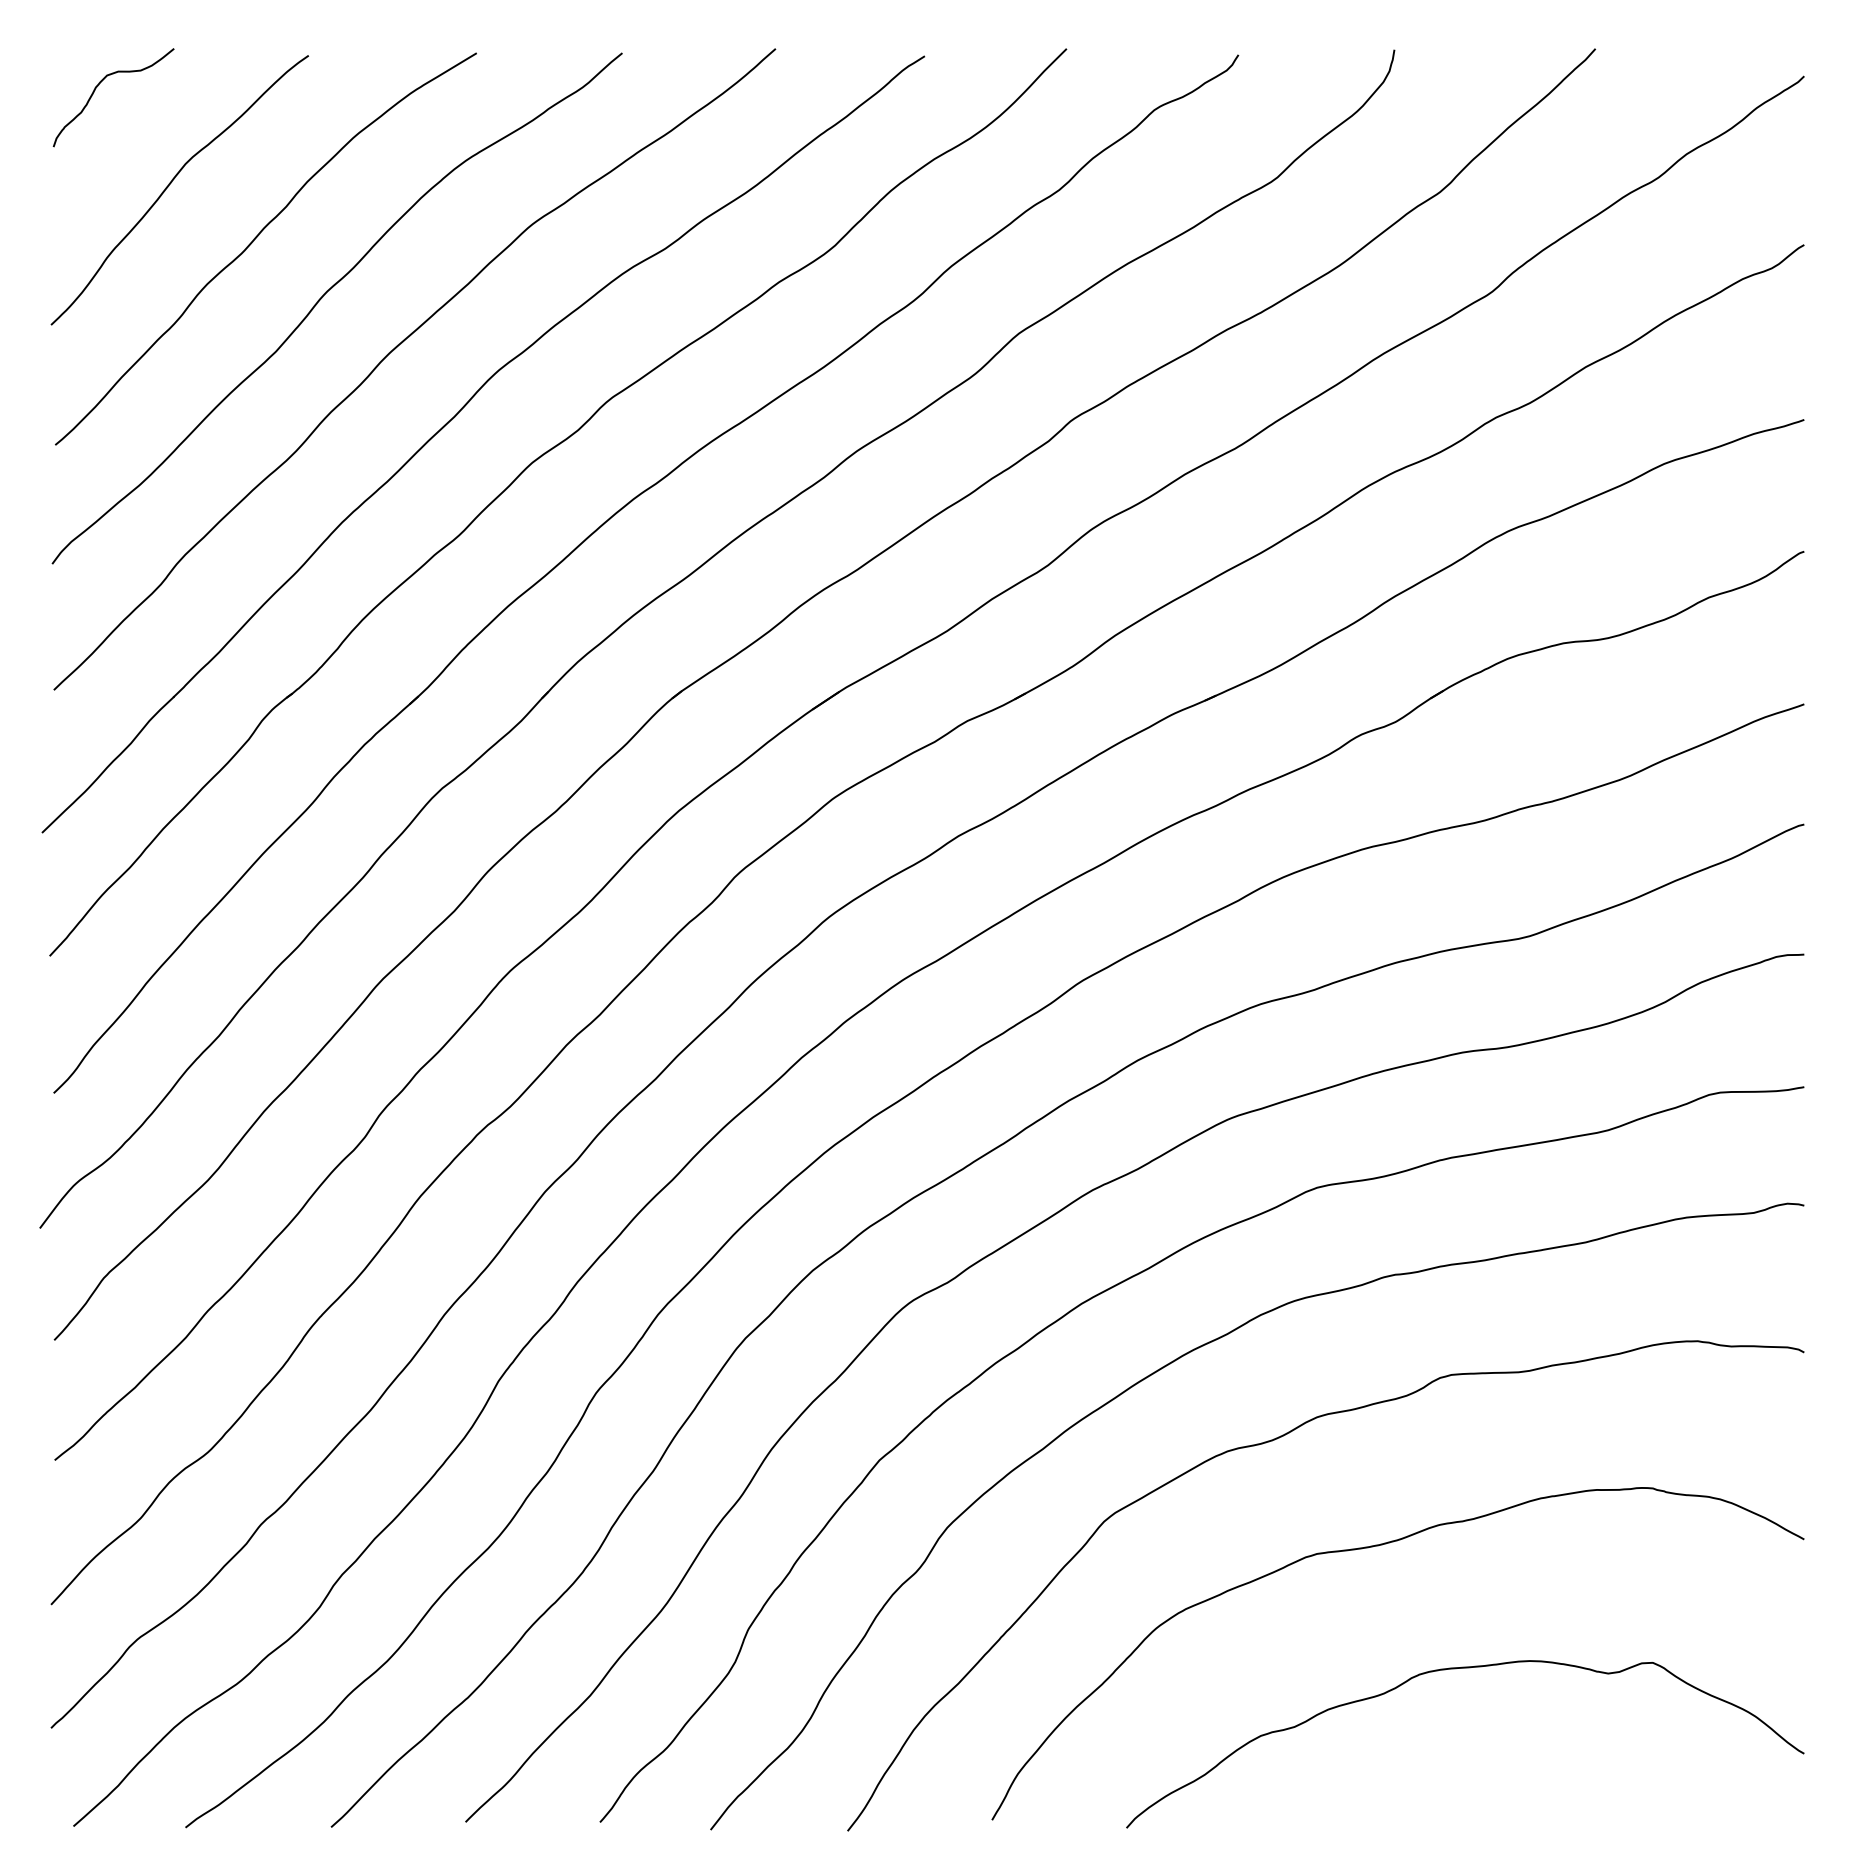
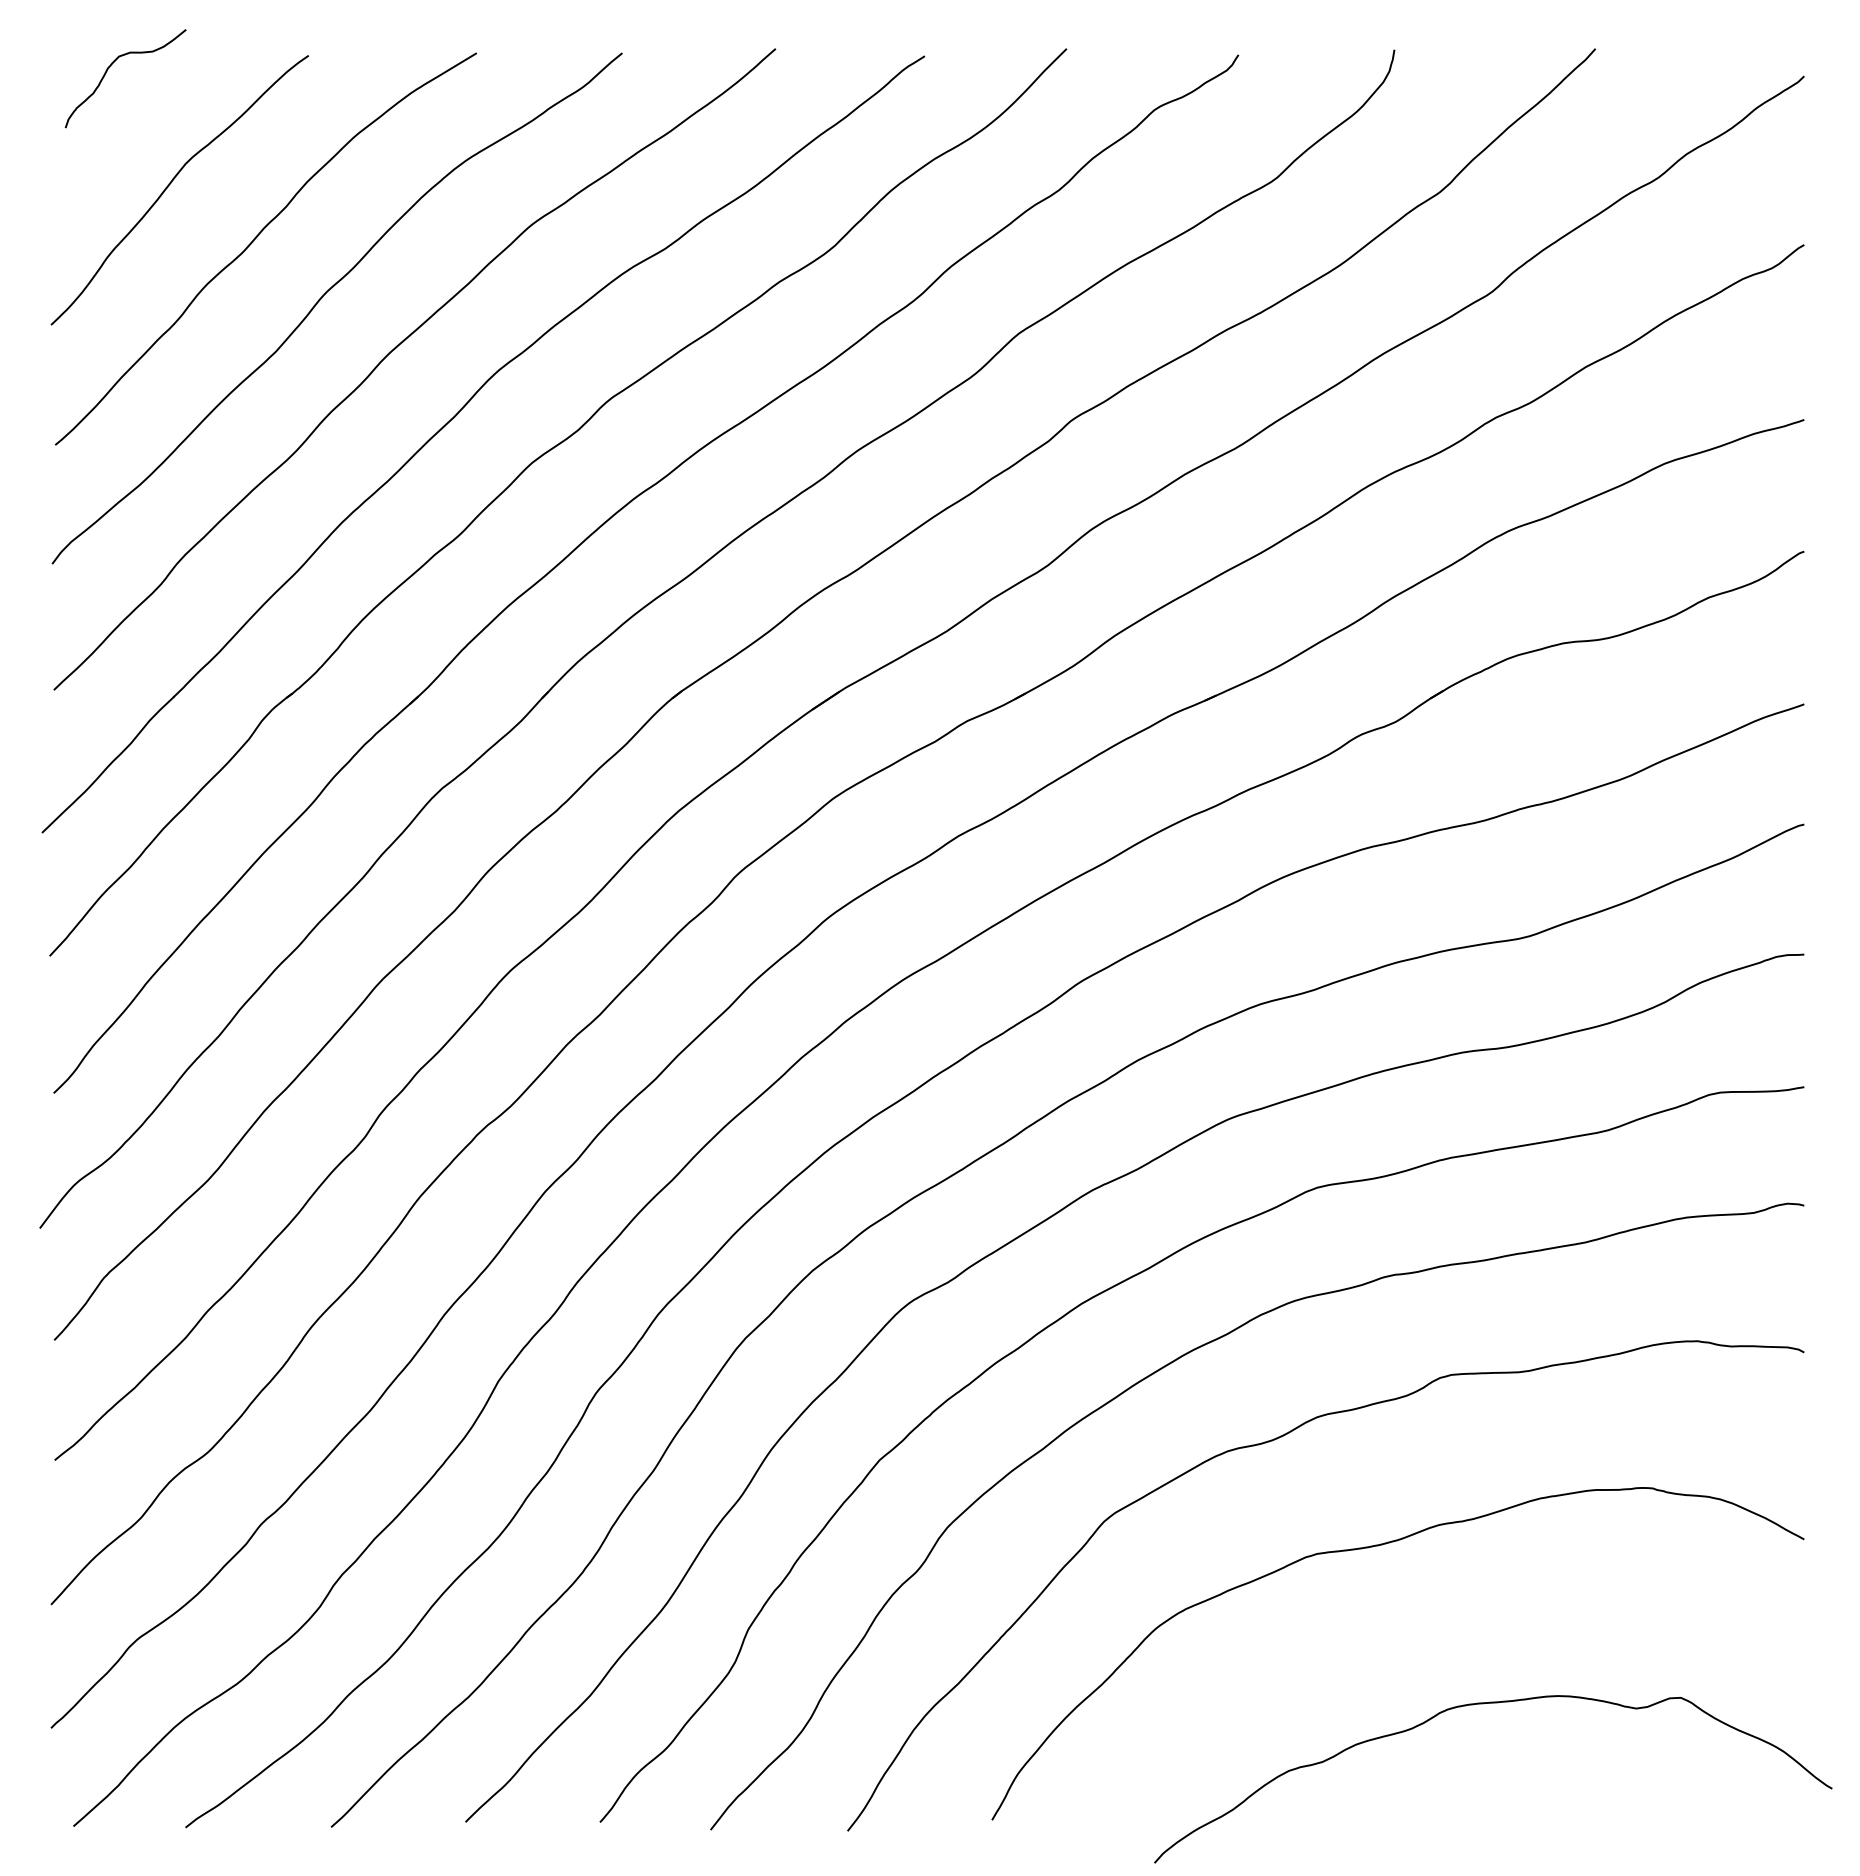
curve at (98, 86) position: (98, 86) -> (110, 67)
curve at (1456, 1669) position: (1456, 1669) -> (1484, 1704)
